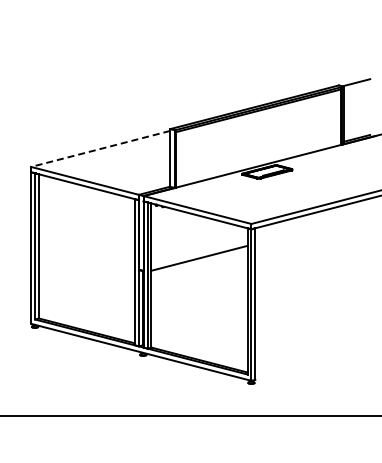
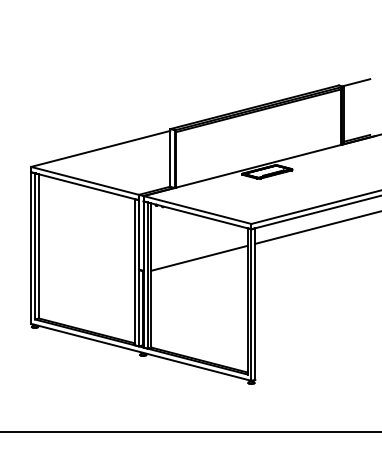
line at (100, 148): dashed -> solid
line at (316, 227): none -> present
line at (190, 416) position: (190, 416) -> (190, 432)
